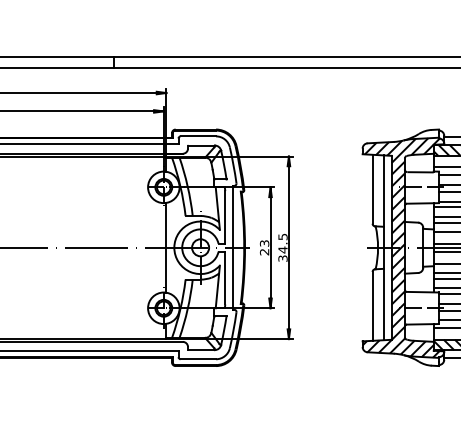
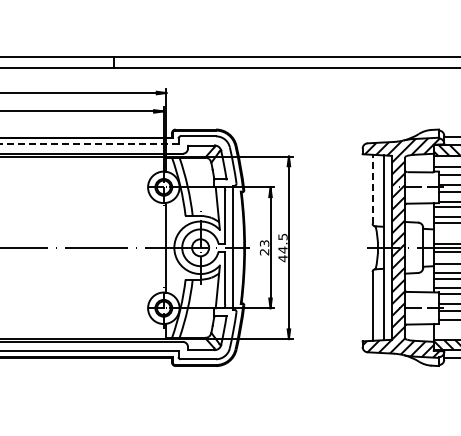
line at (89, 144): solid -> dashed
line at (372, 188): solid -> dashed
line at (445, 232): present -> none
text at (282, 258): 34.5 -> 44.5
line at (445, 328): present -> none
